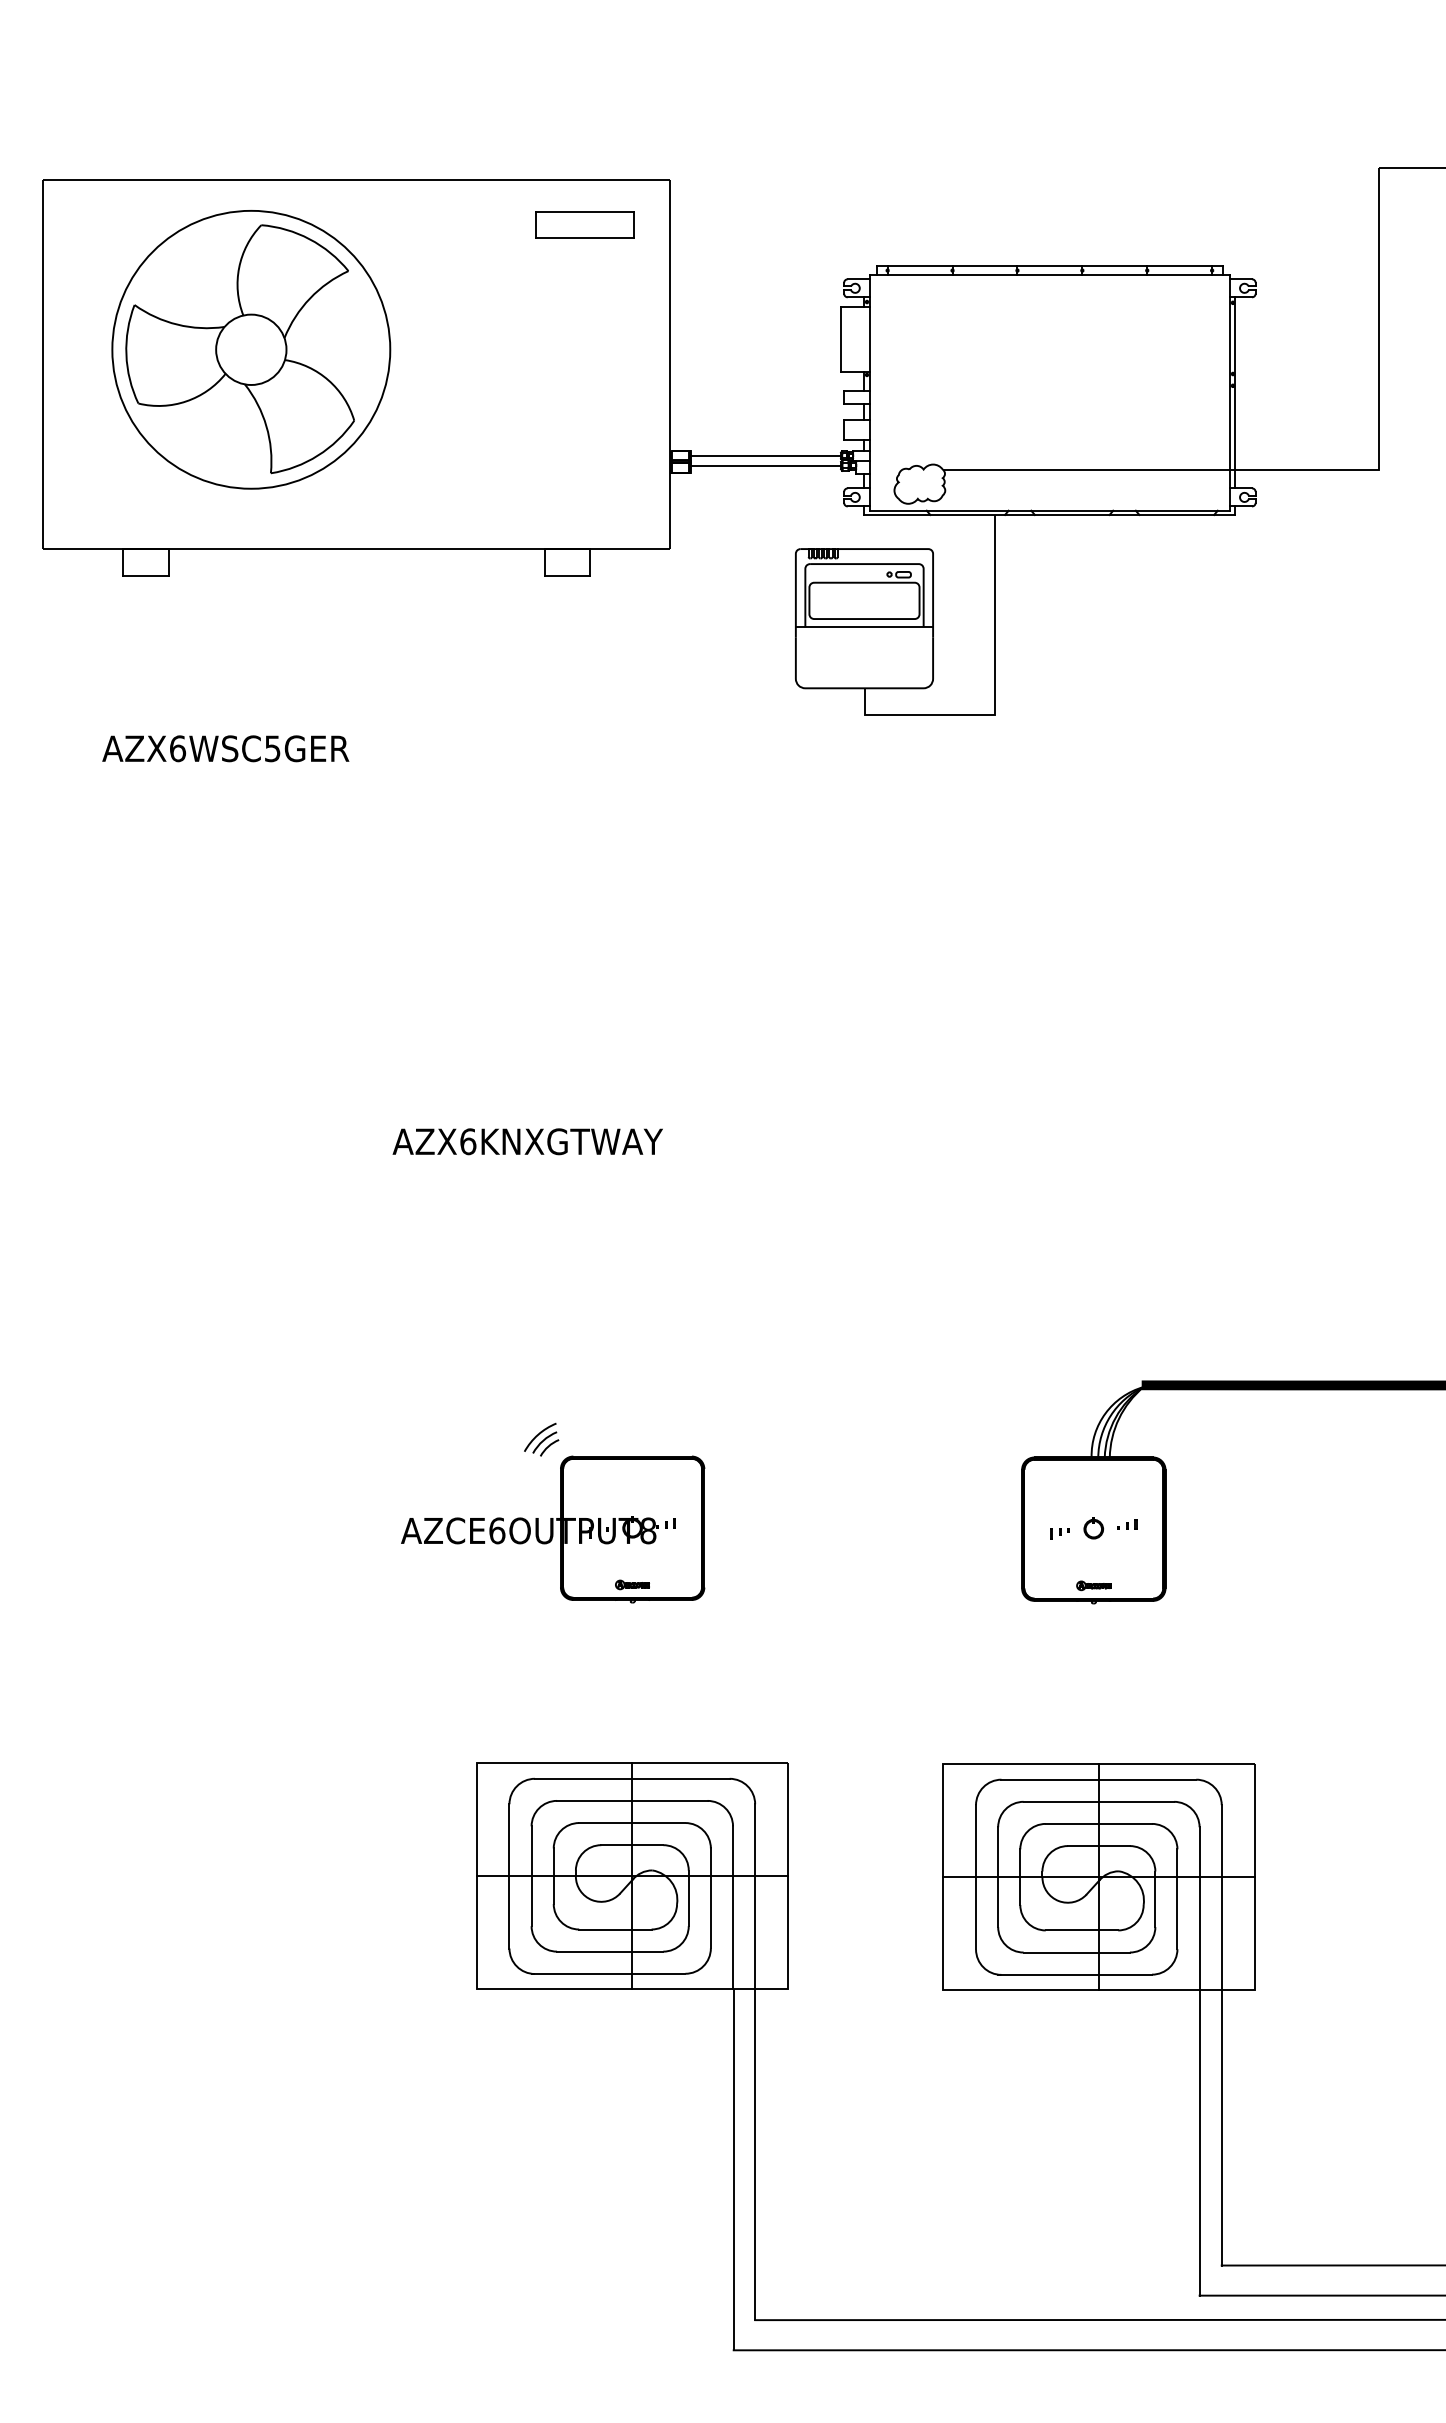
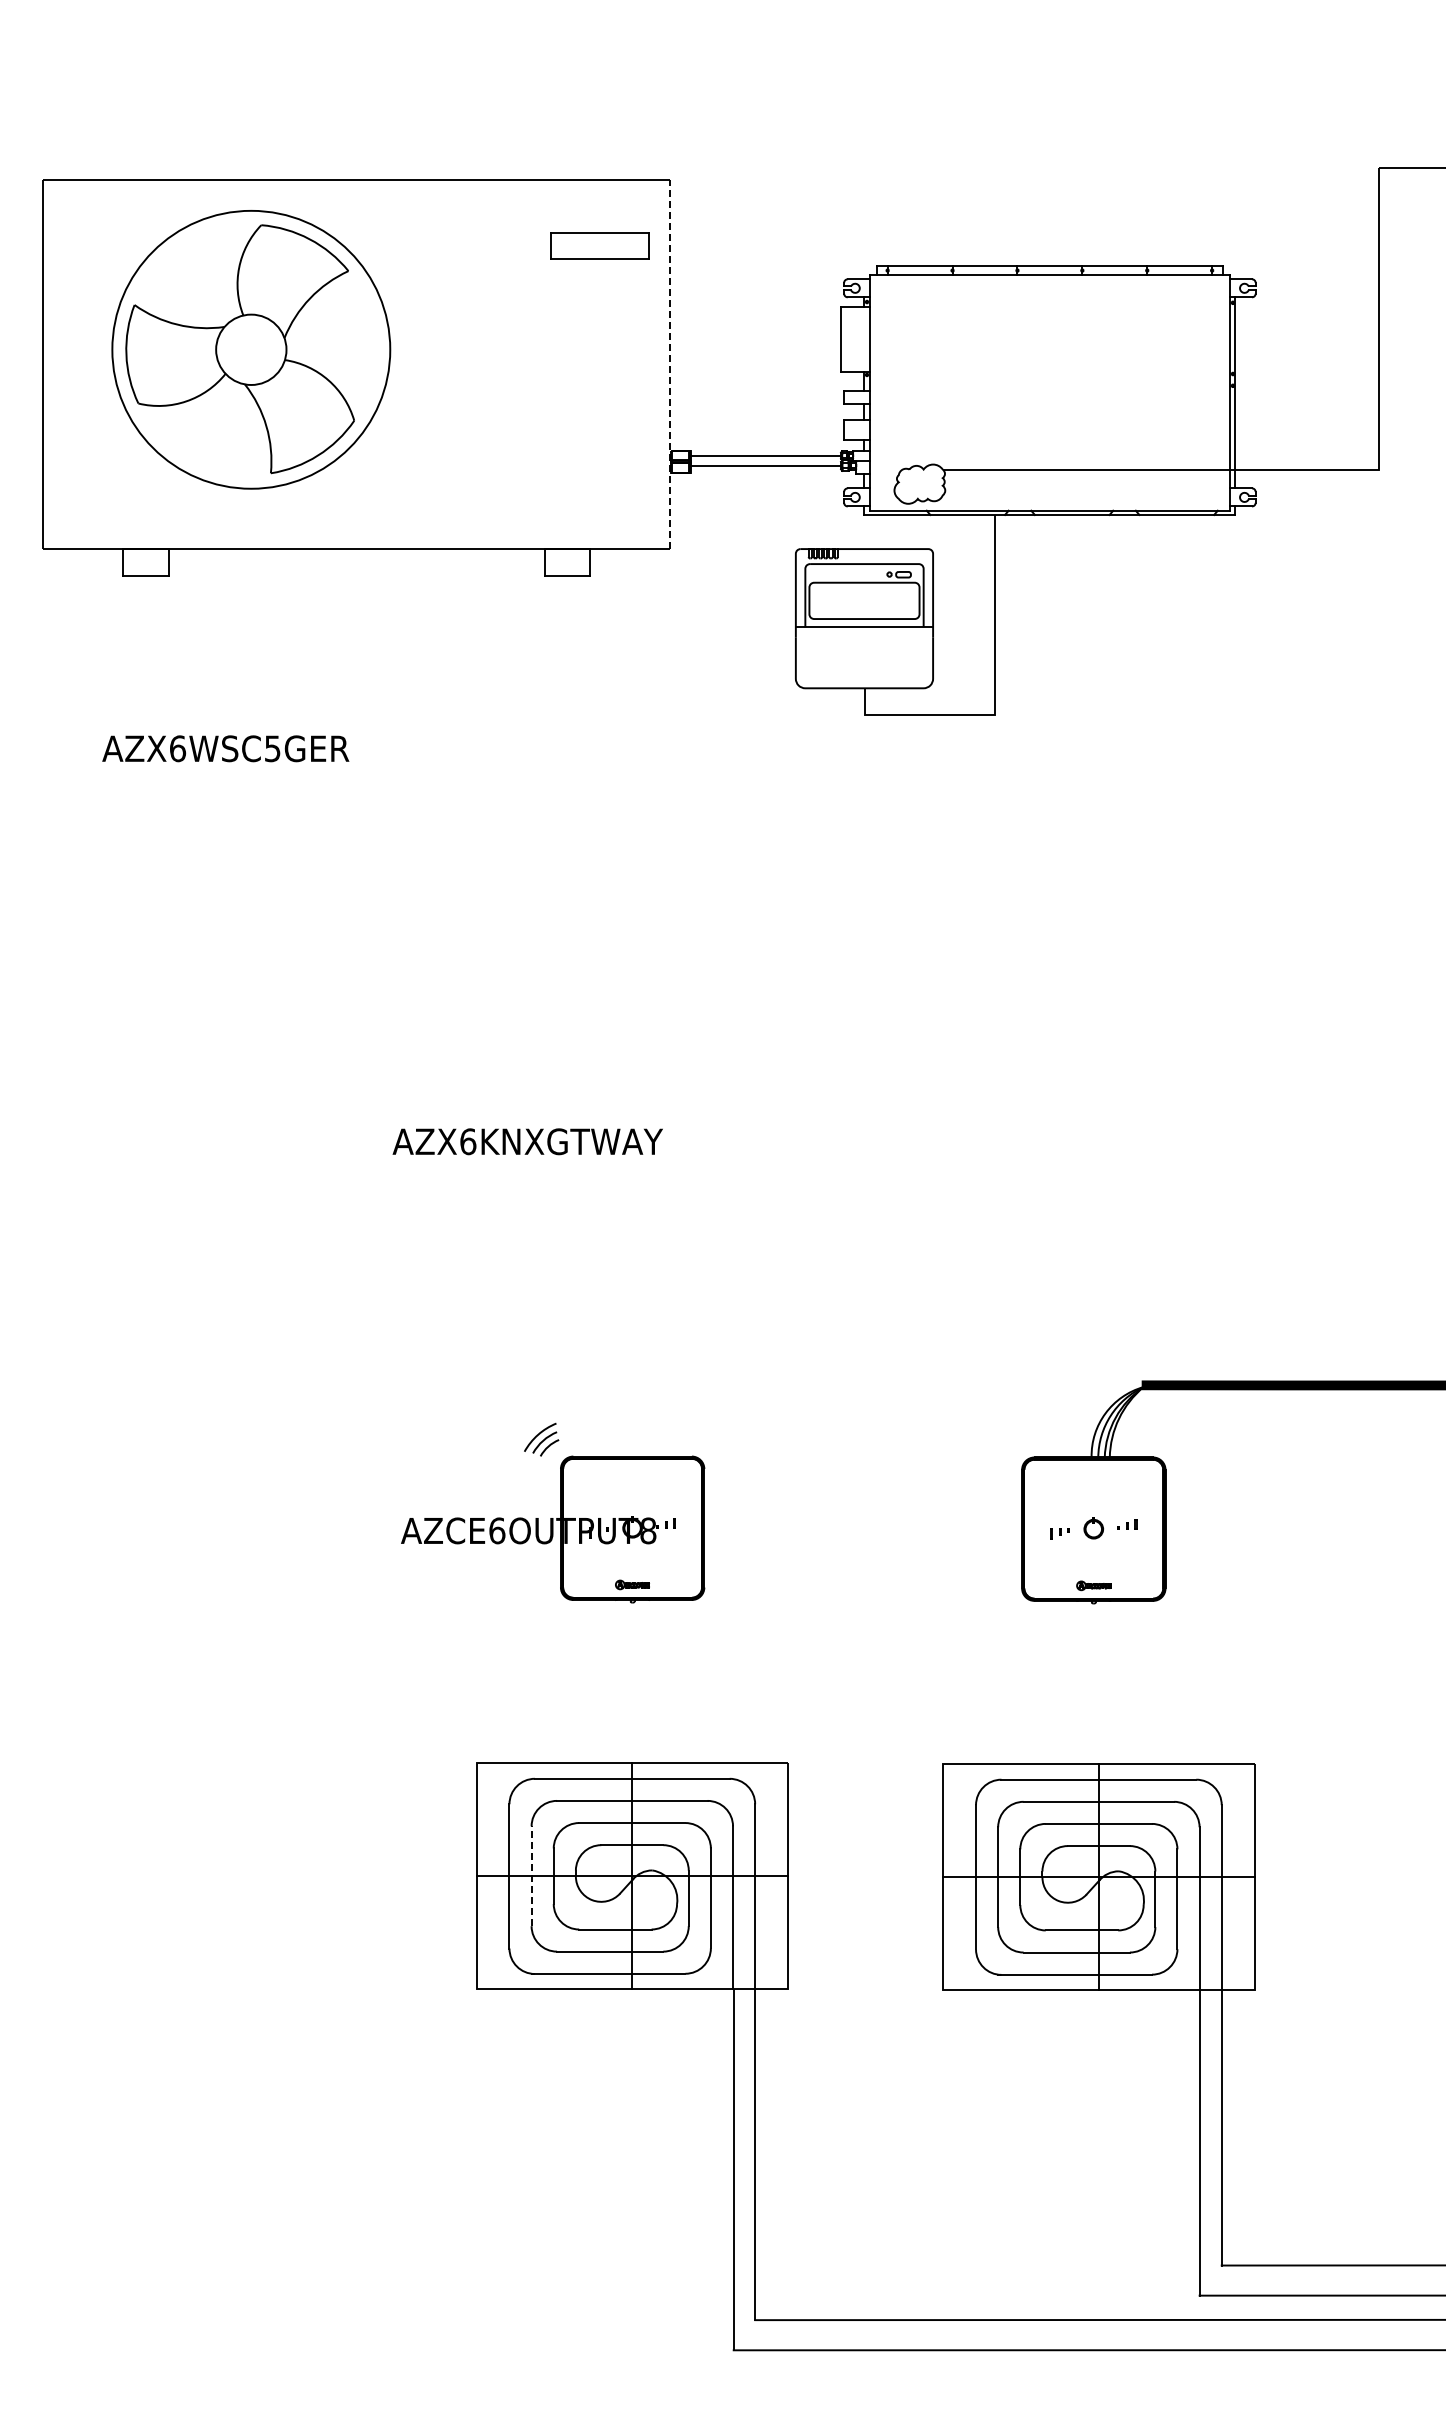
part at (584, 224) position: (584, 224) -> (599, 245)
line at (669, 364): solid -> dashed
line at (531, 1876): solid -> dashed
